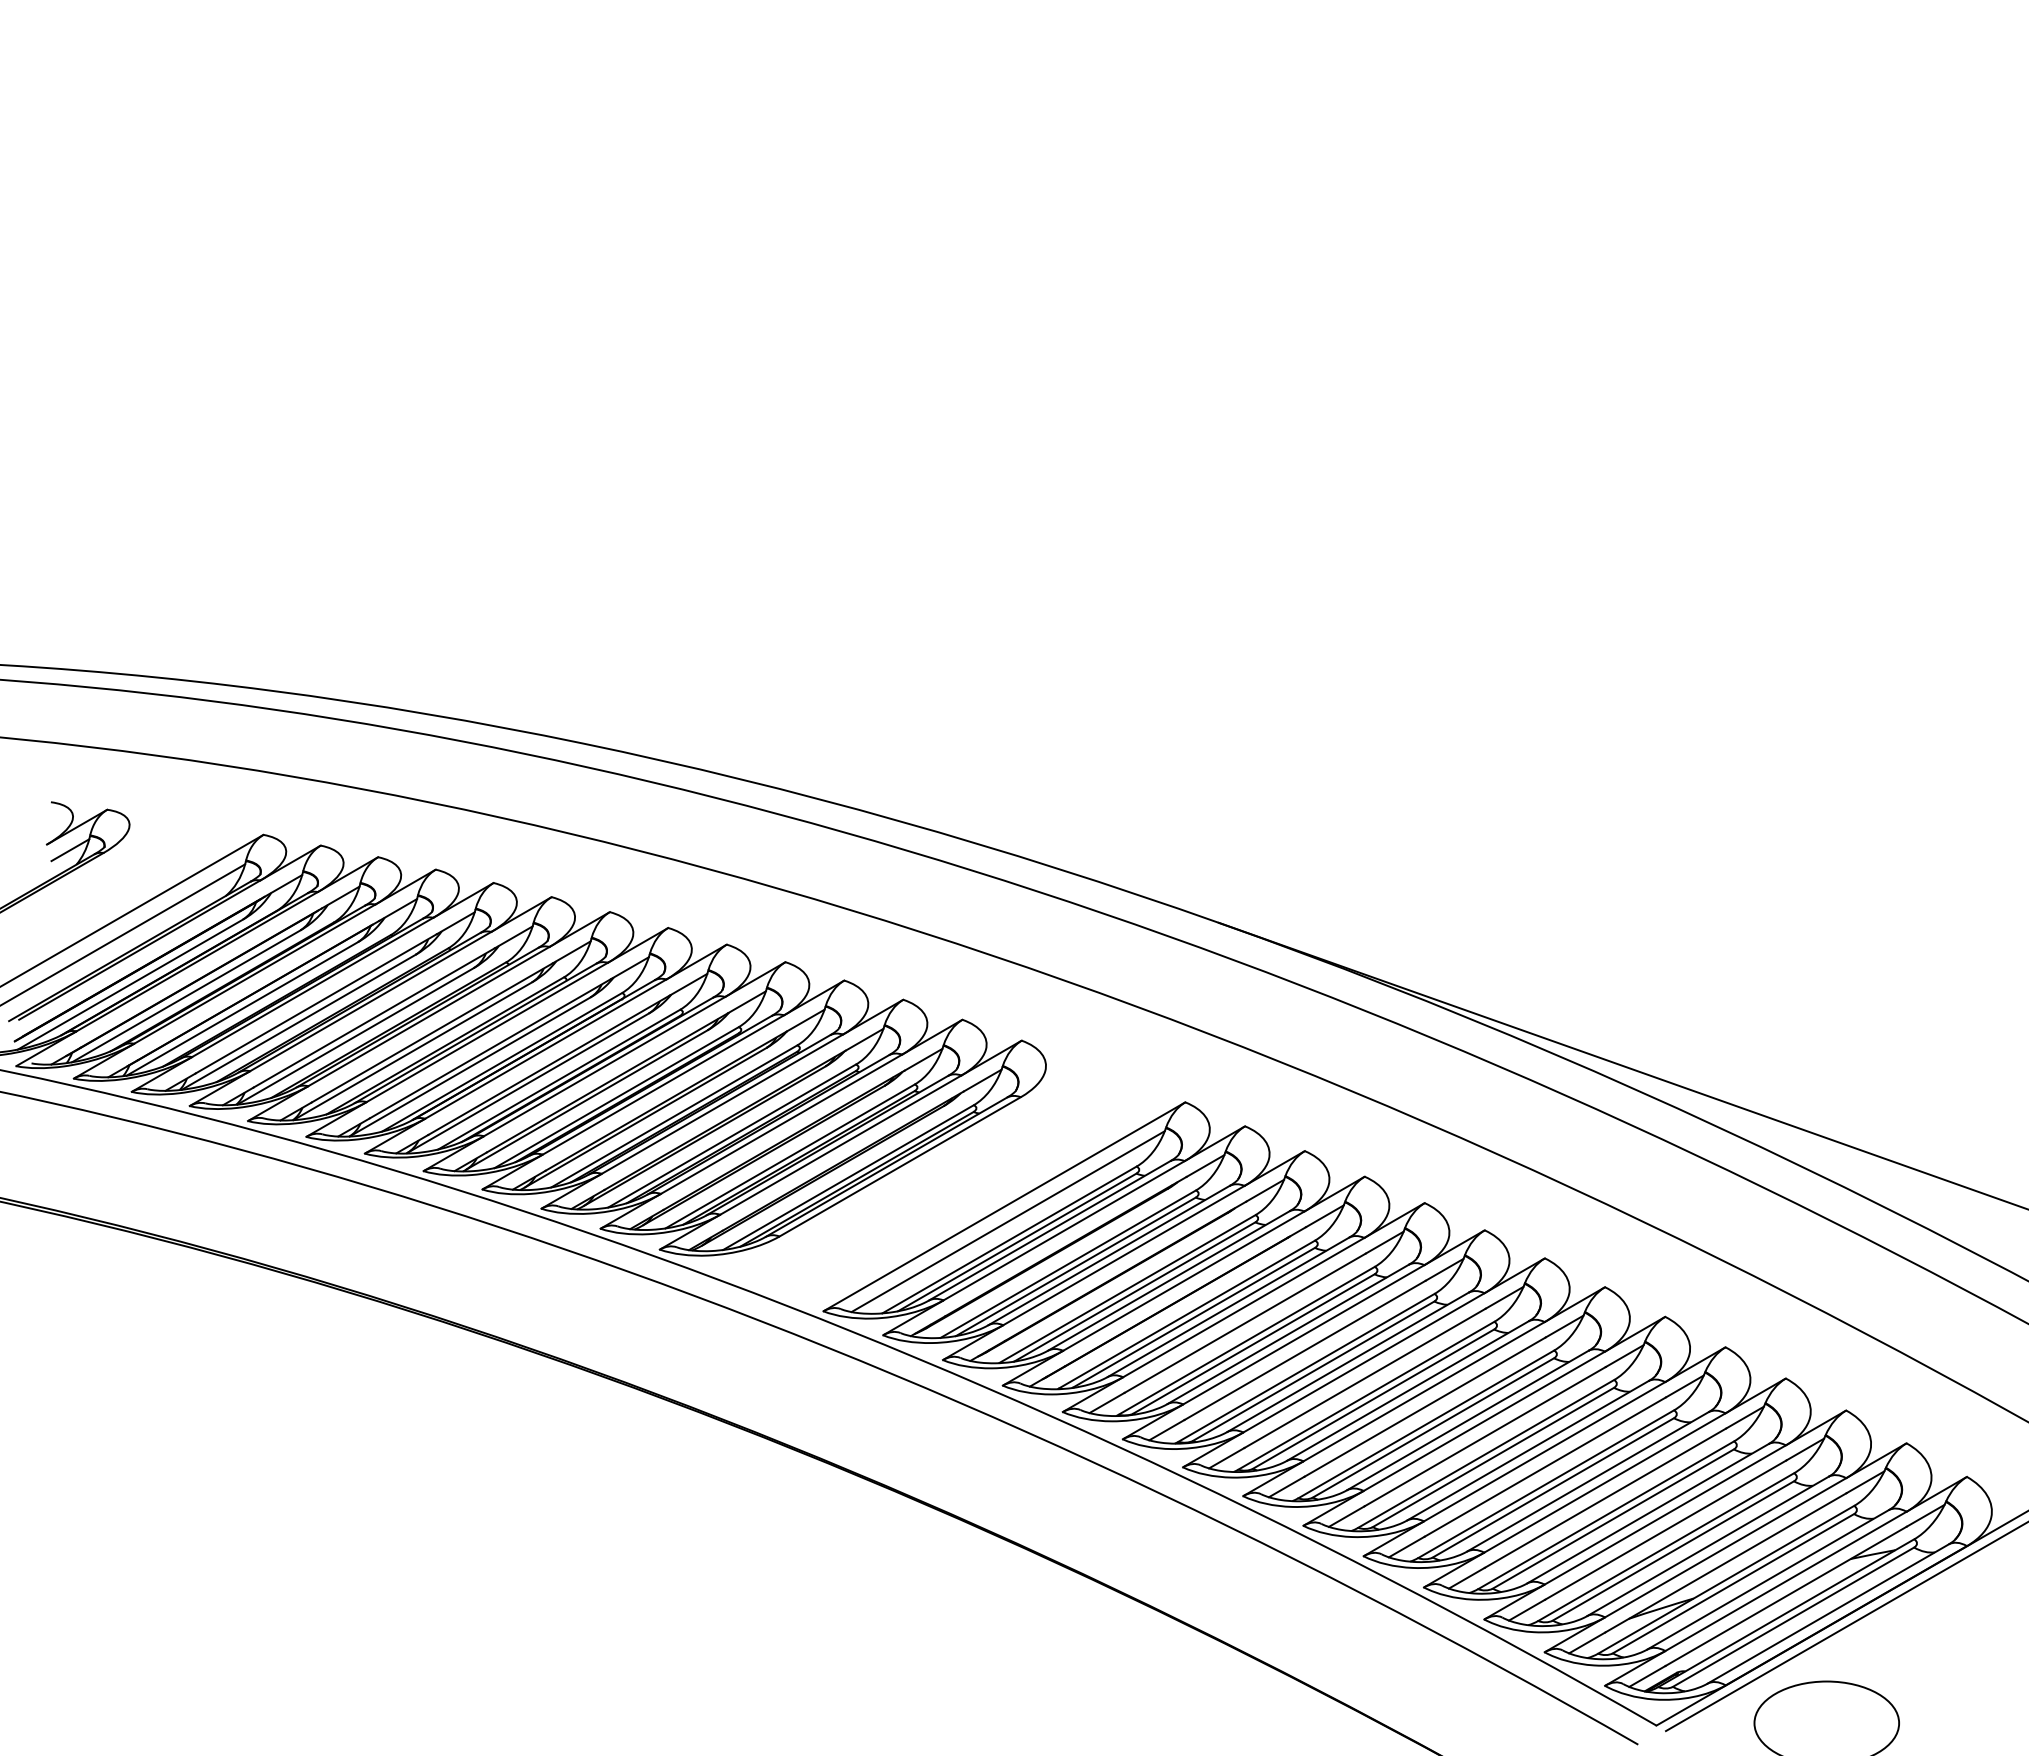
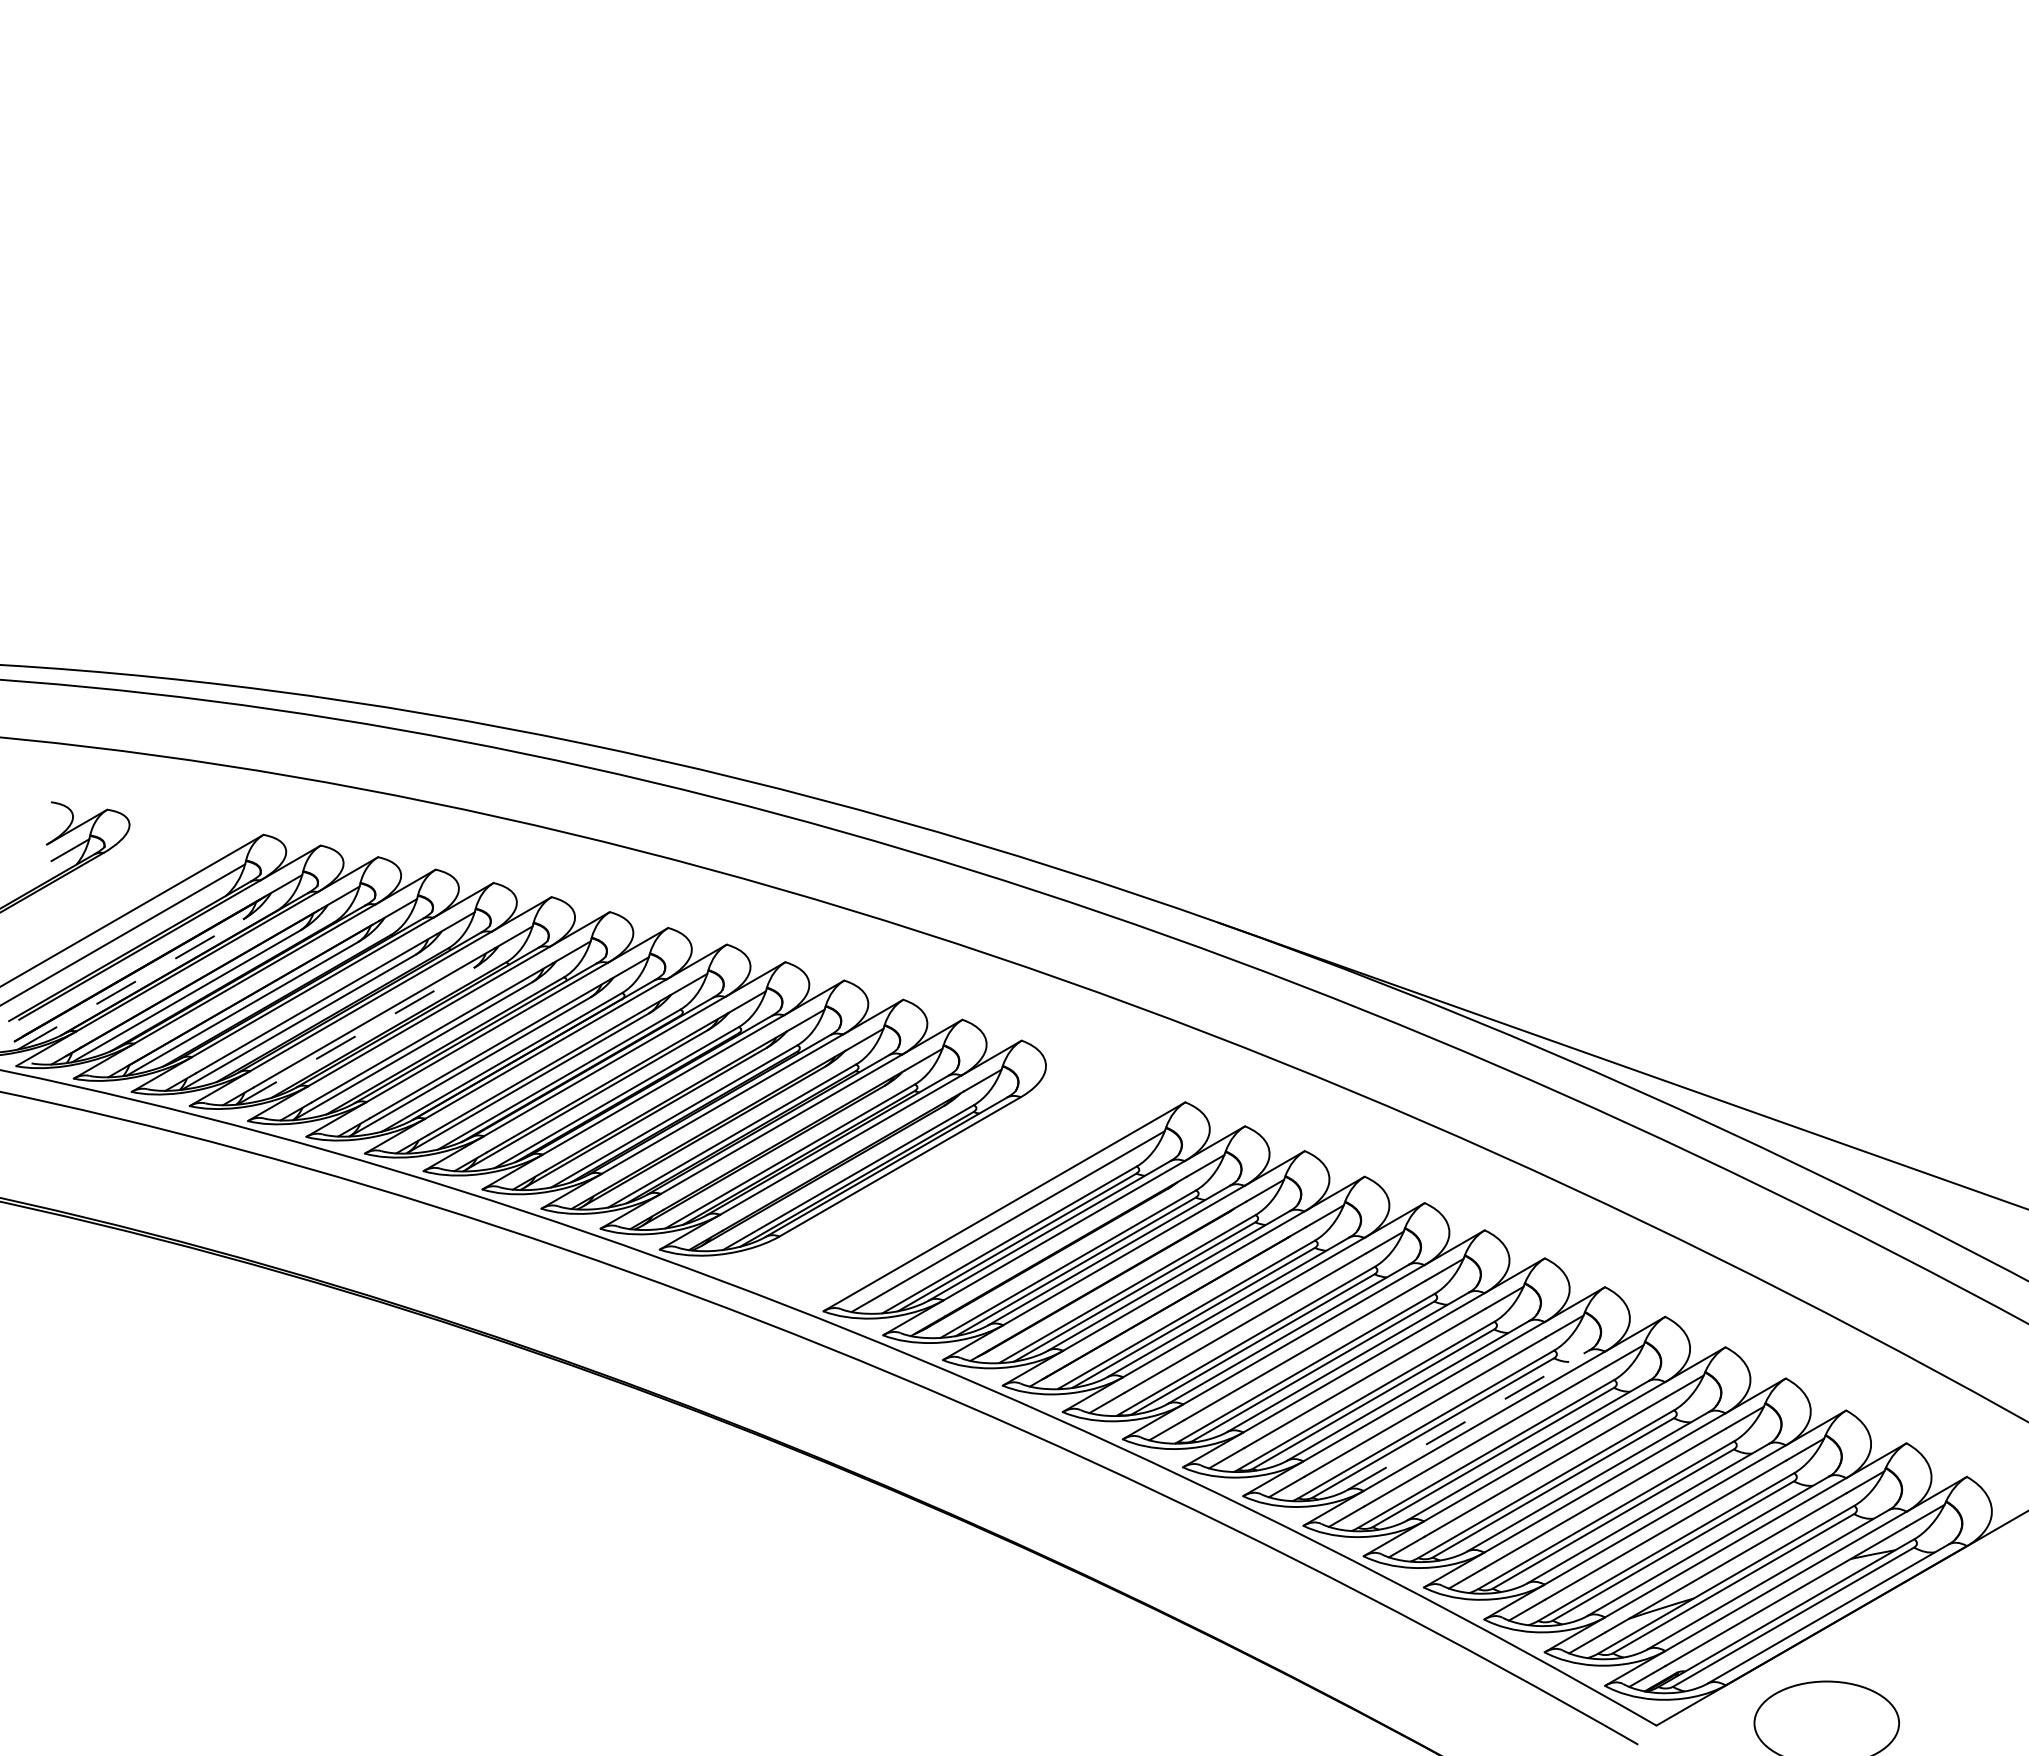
line at (130, 984): solid -> dashed
line at (356, 1036): solid -> dashed
line at (1468, 1420): solid -> dashed
line at (1845, 1627): present -> none
